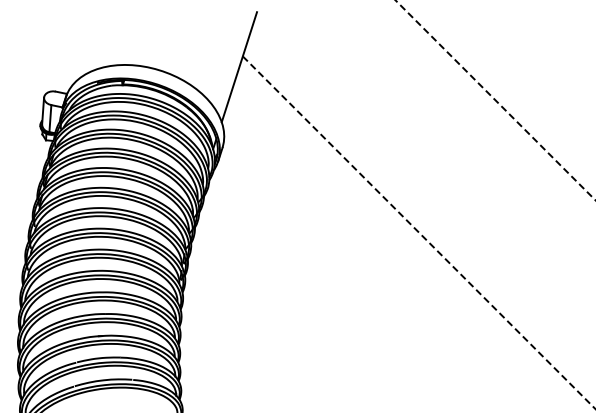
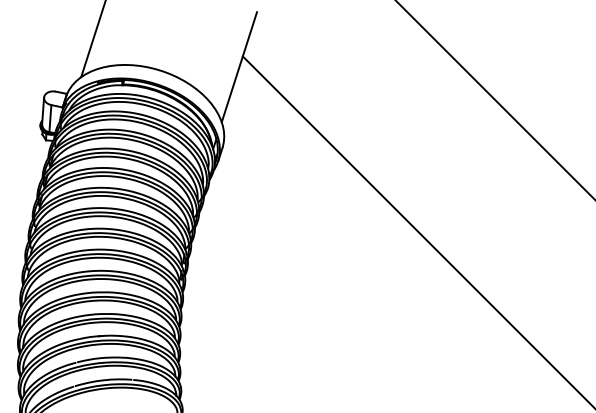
line at (93, 39): none -> present
line at (495, 99): dashed -> solid
line at (419, 233): dashed -> solid
